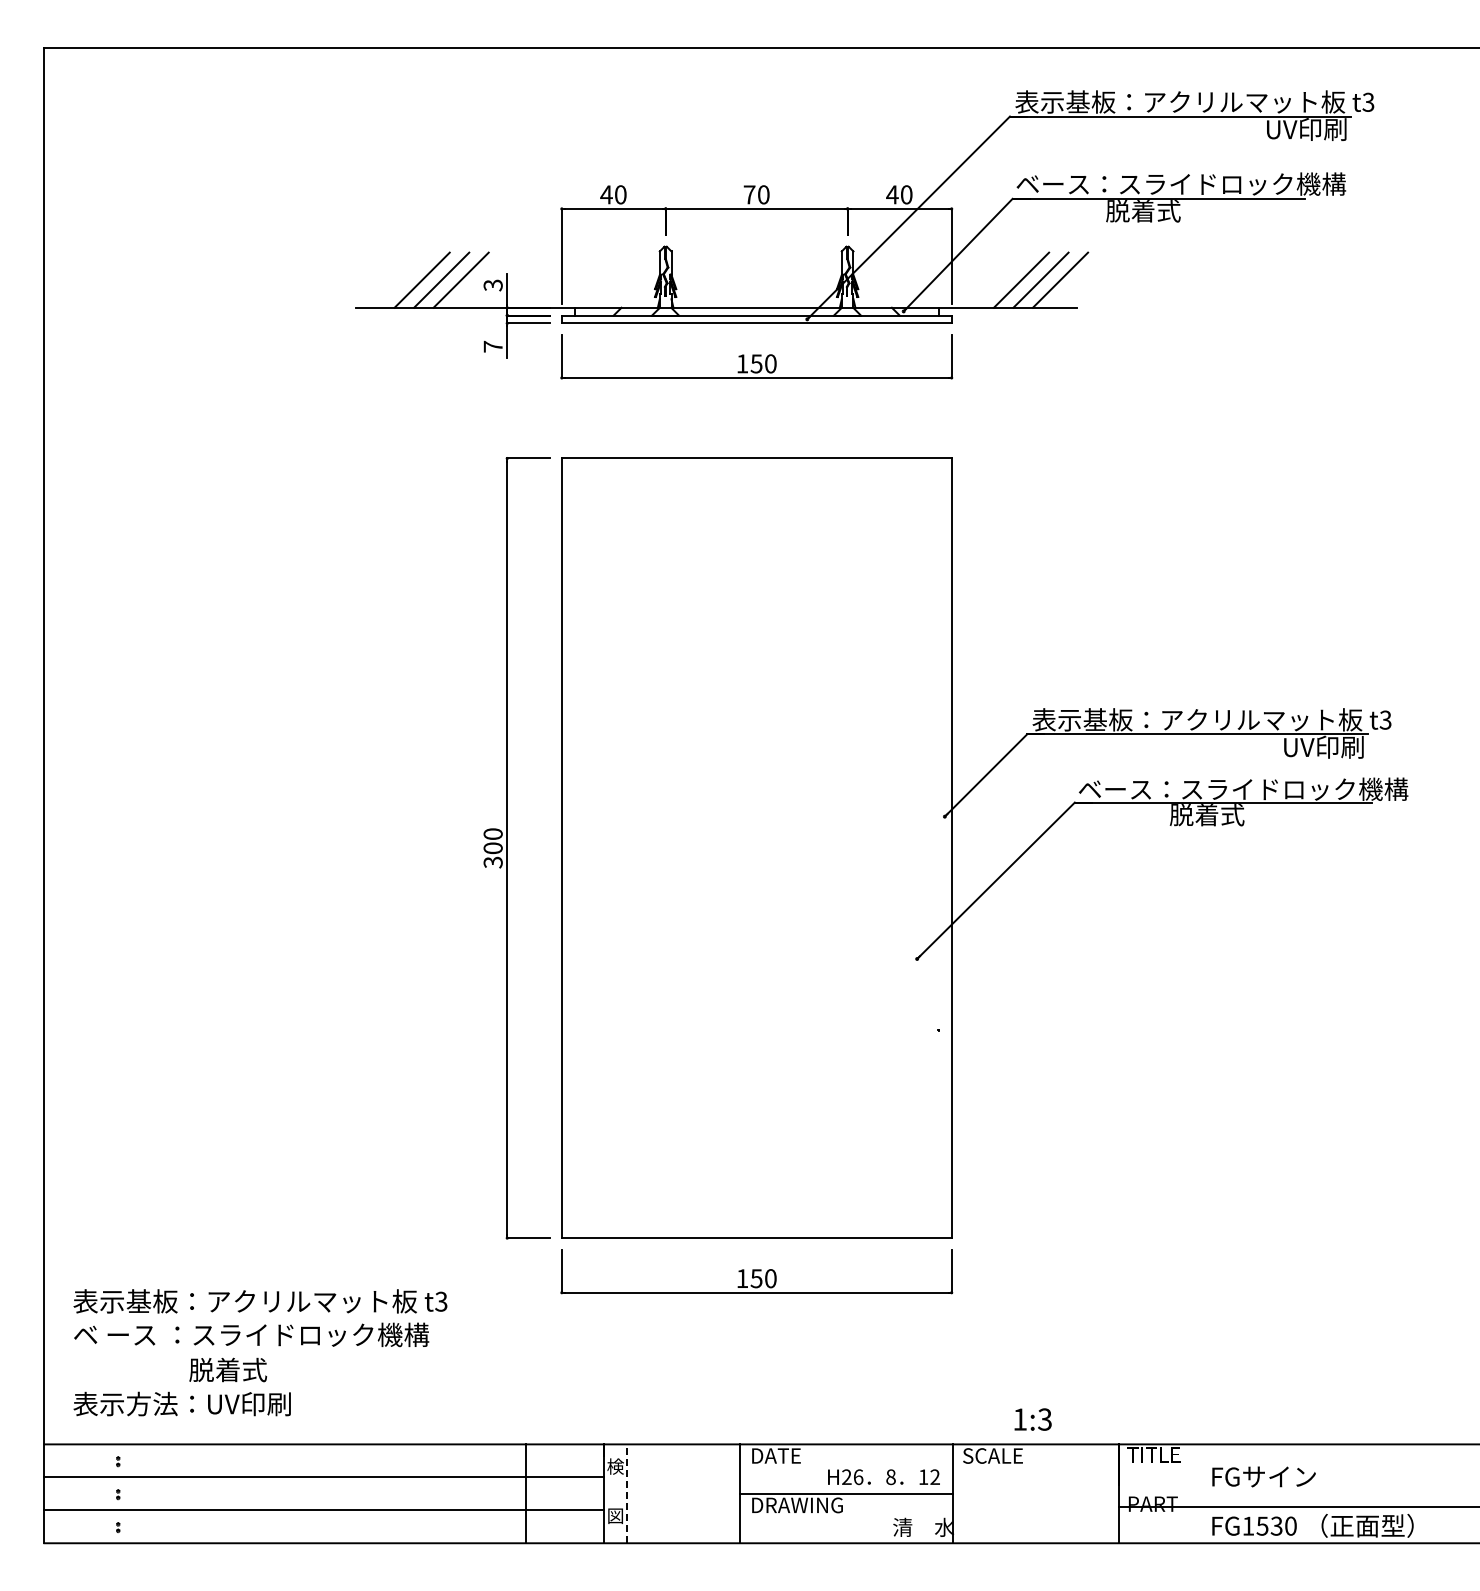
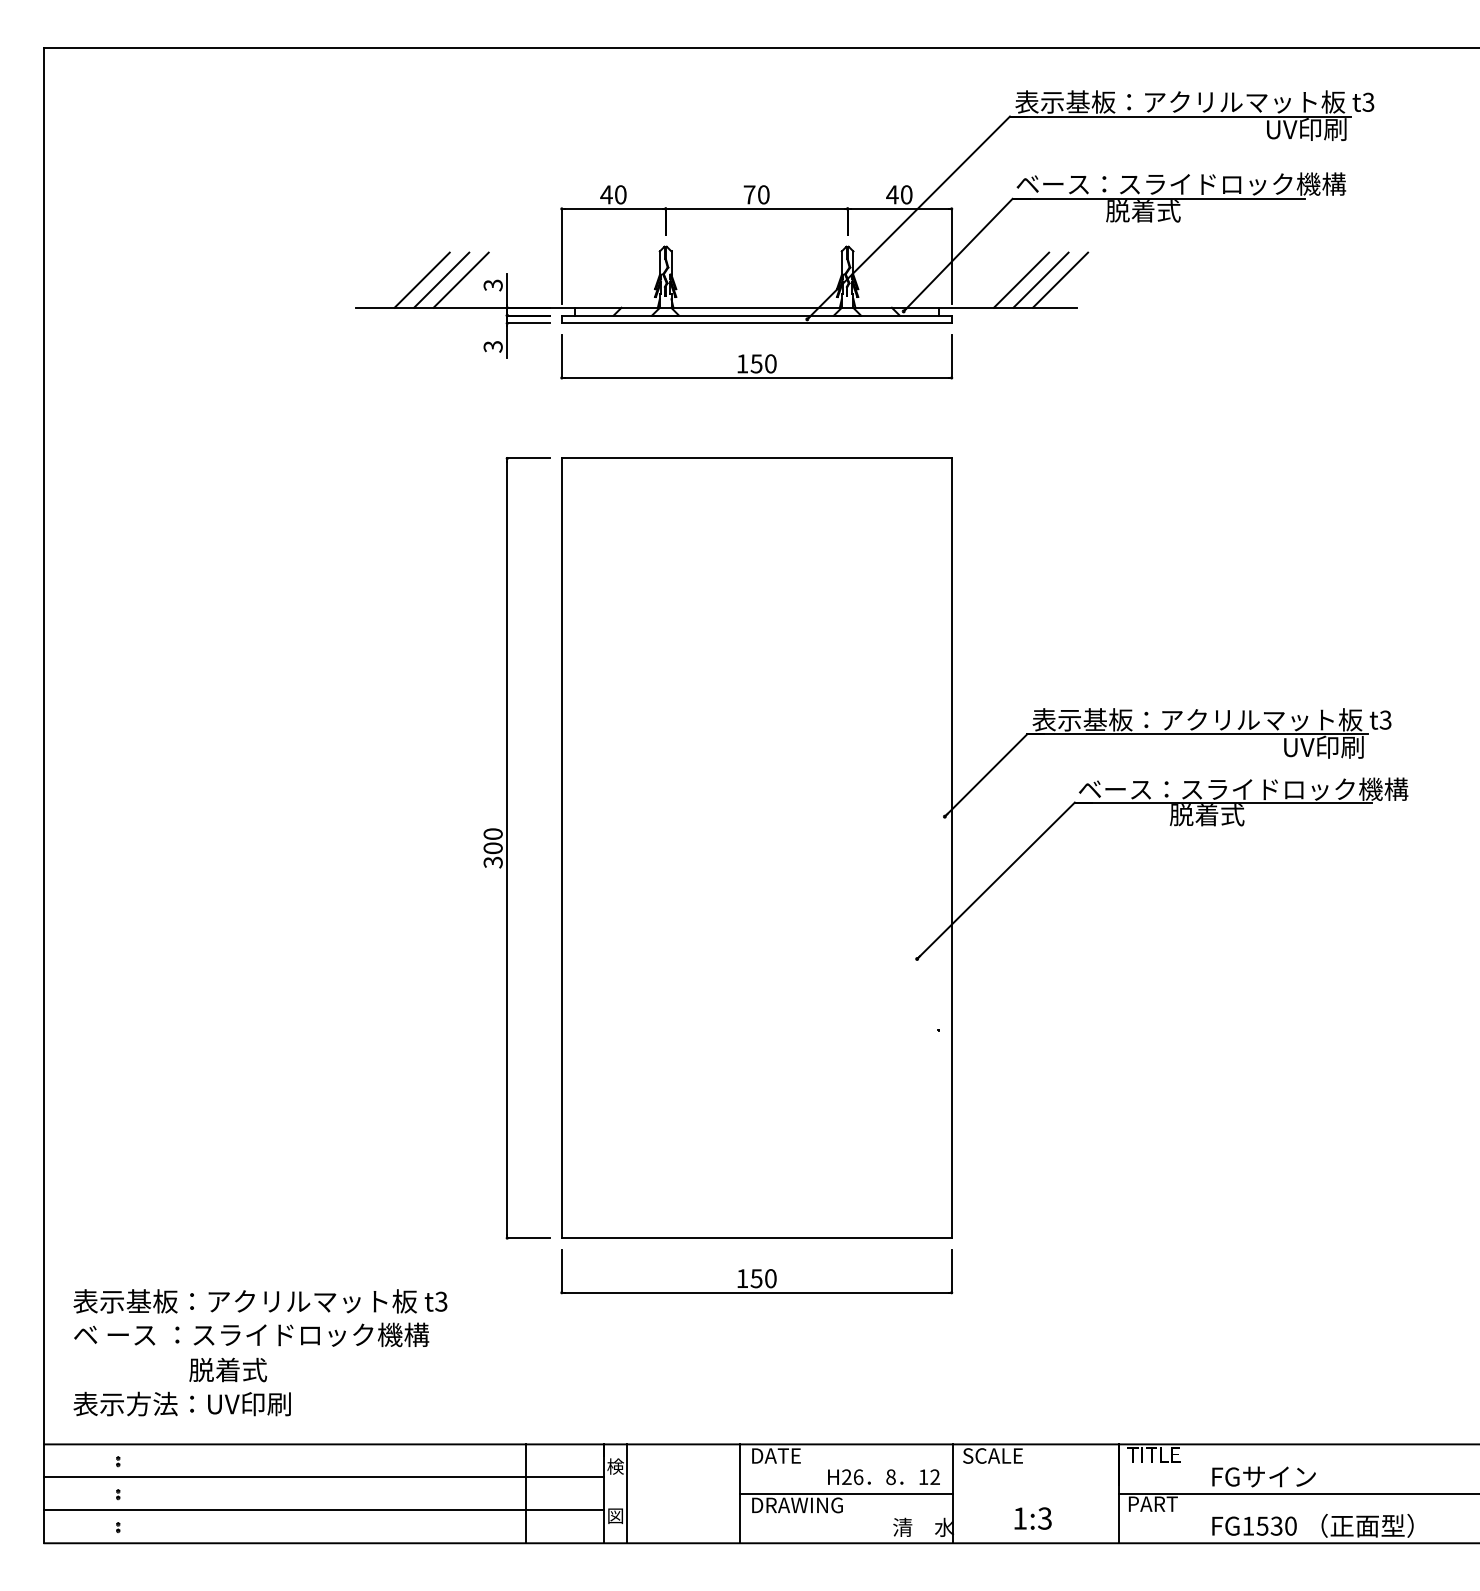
text at (492, 346): 7 -> 3
text at (1032, 1419) position: (1032, 1419) -> (1032, 1518)
line at (627, 1493): dashed -> solid
line at (1297, 1506) position: (1297, 1506) -> (1297, 1493)
